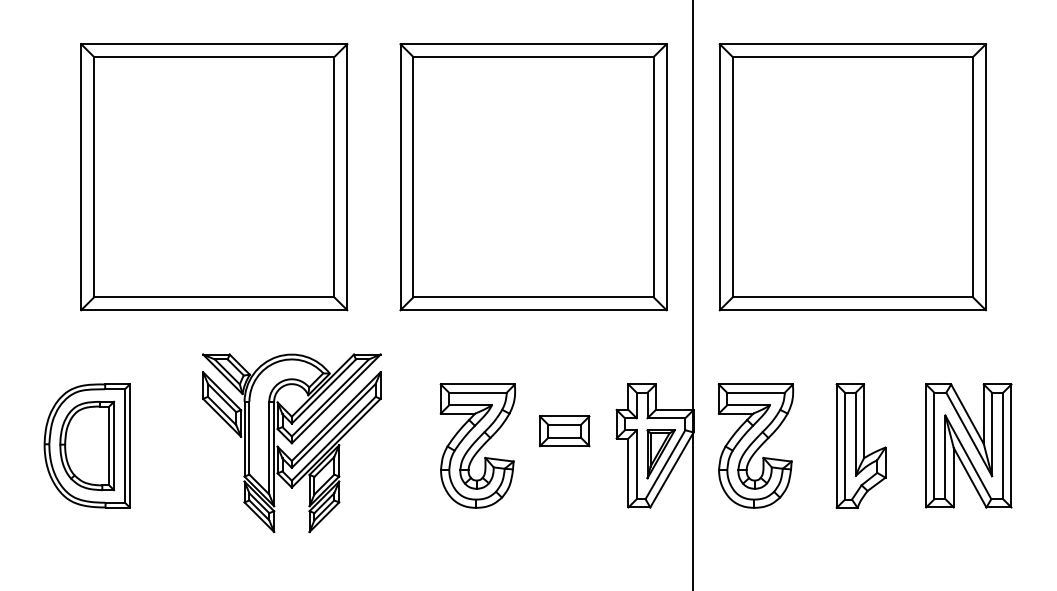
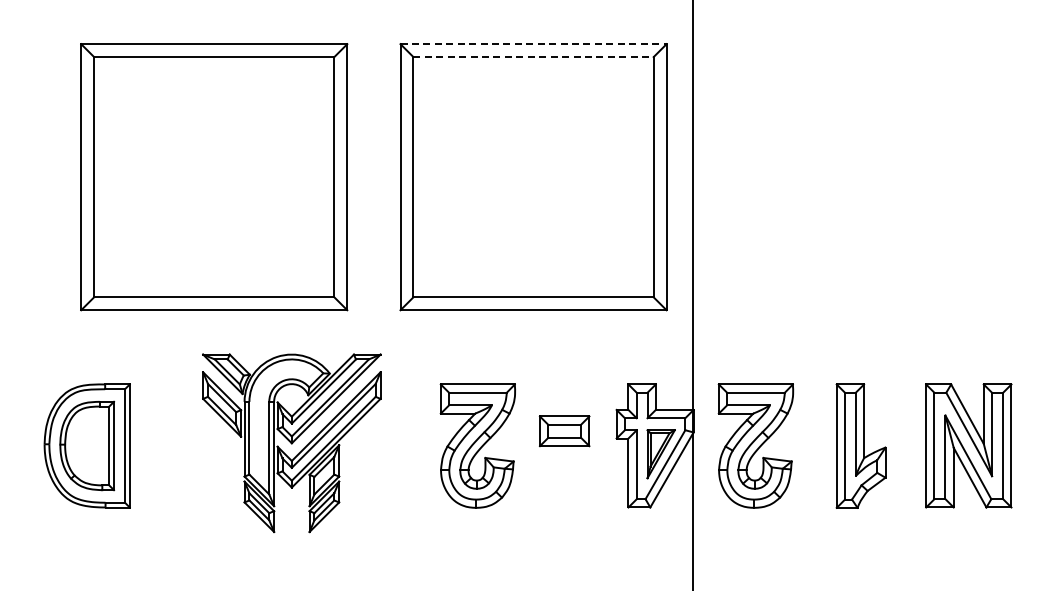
line at (534, 44): solid -> dashed
line at (534, 57): solid -> dashed
part at (852, 177): present -> none
